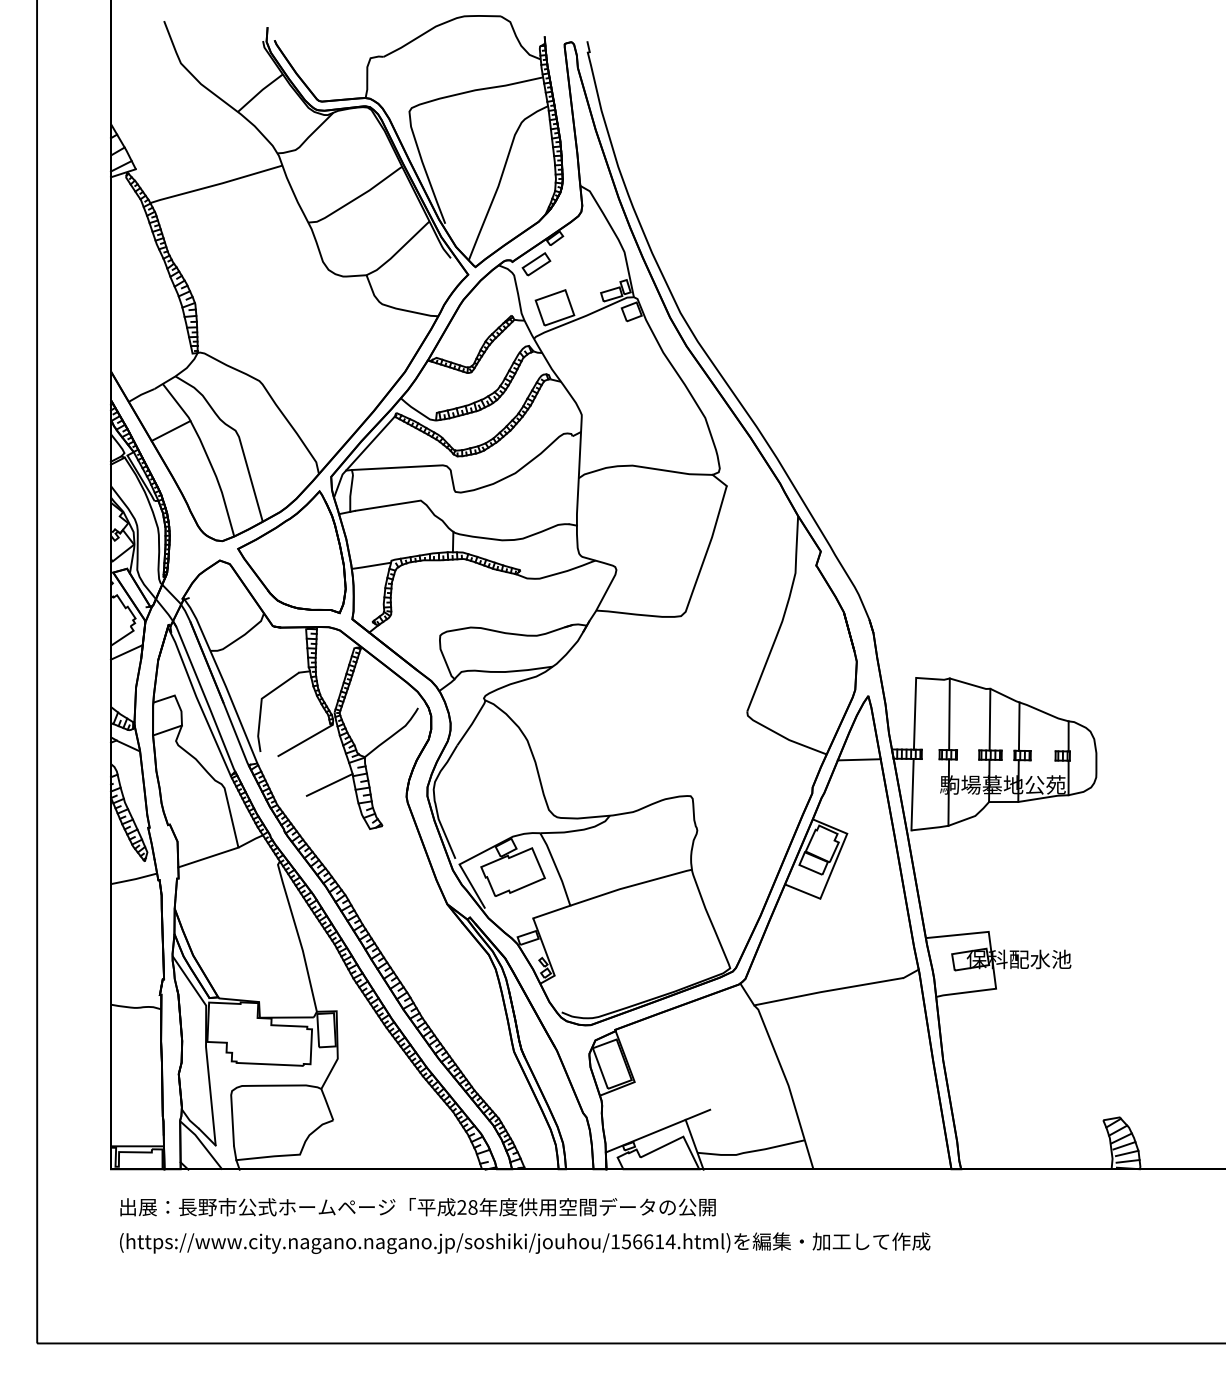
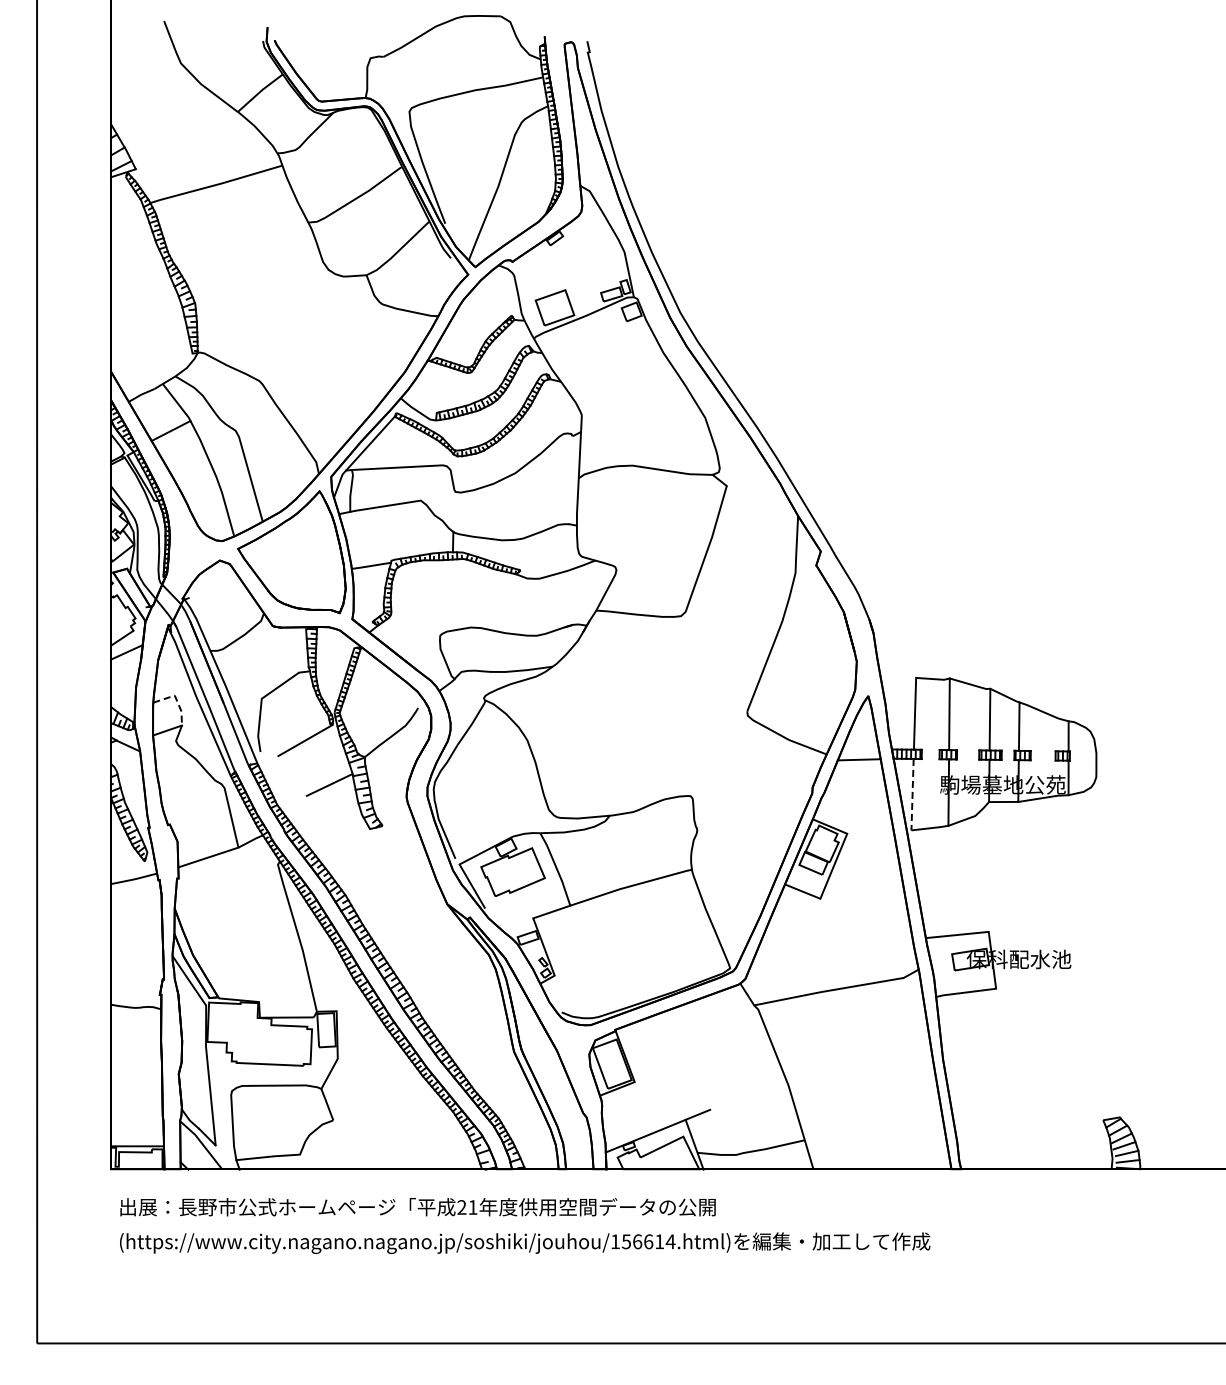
part at (536, 264): present -> none
line at (176, 699): solid -> dashed
line at (912, 794): solid -> dashed
text at (472, 1207): 28 -> 21
